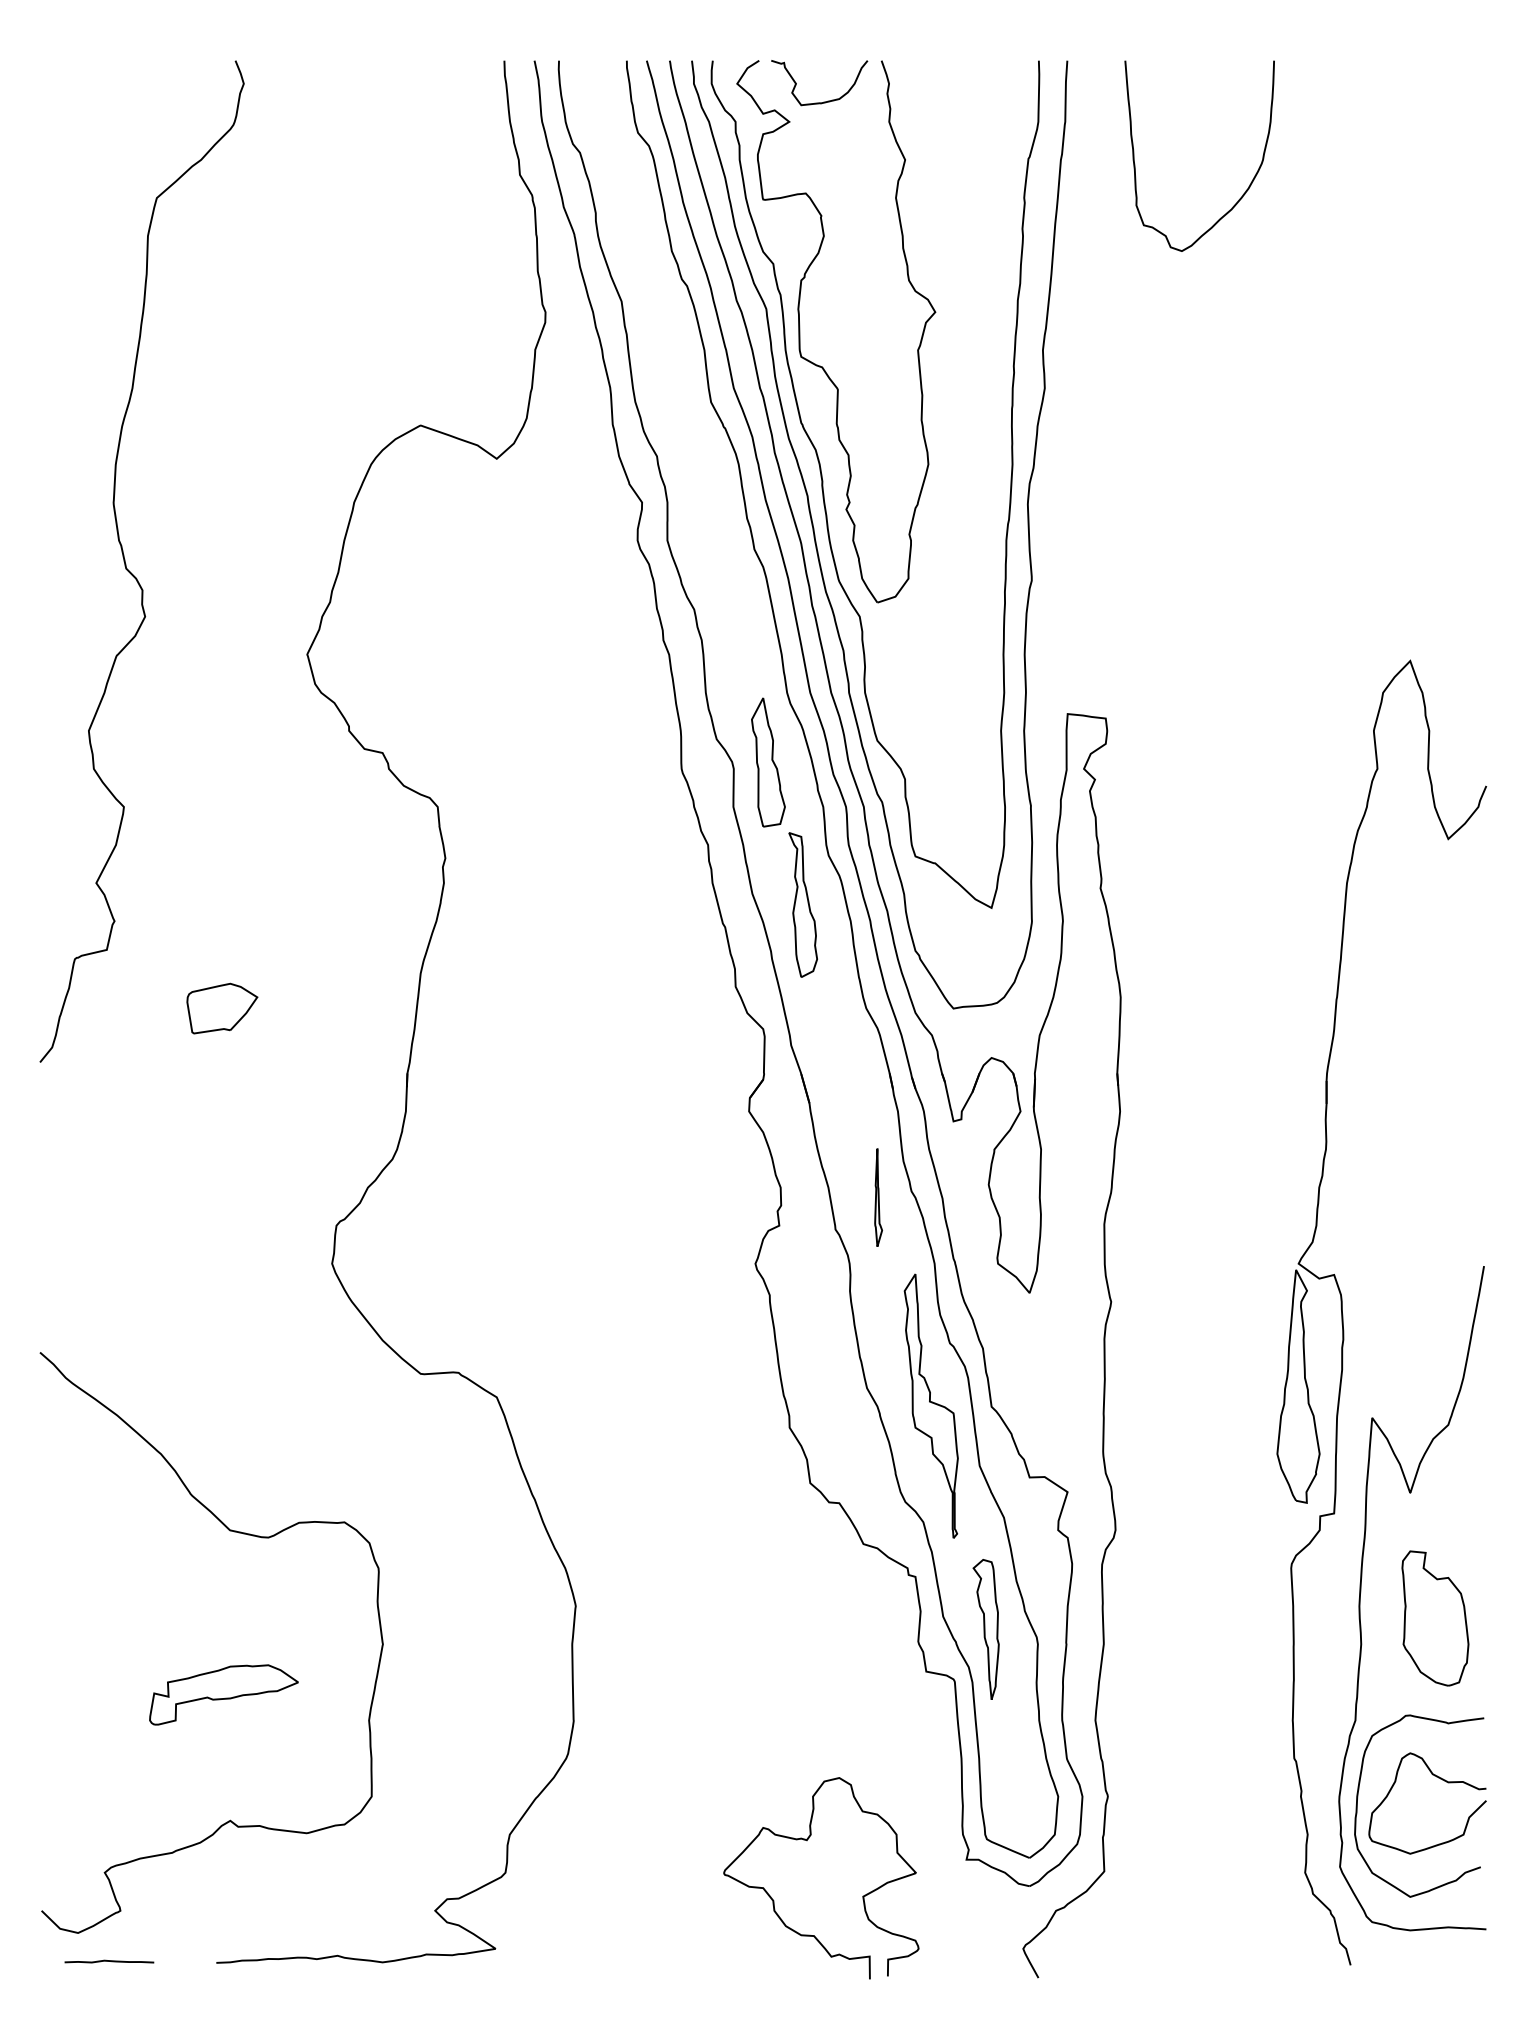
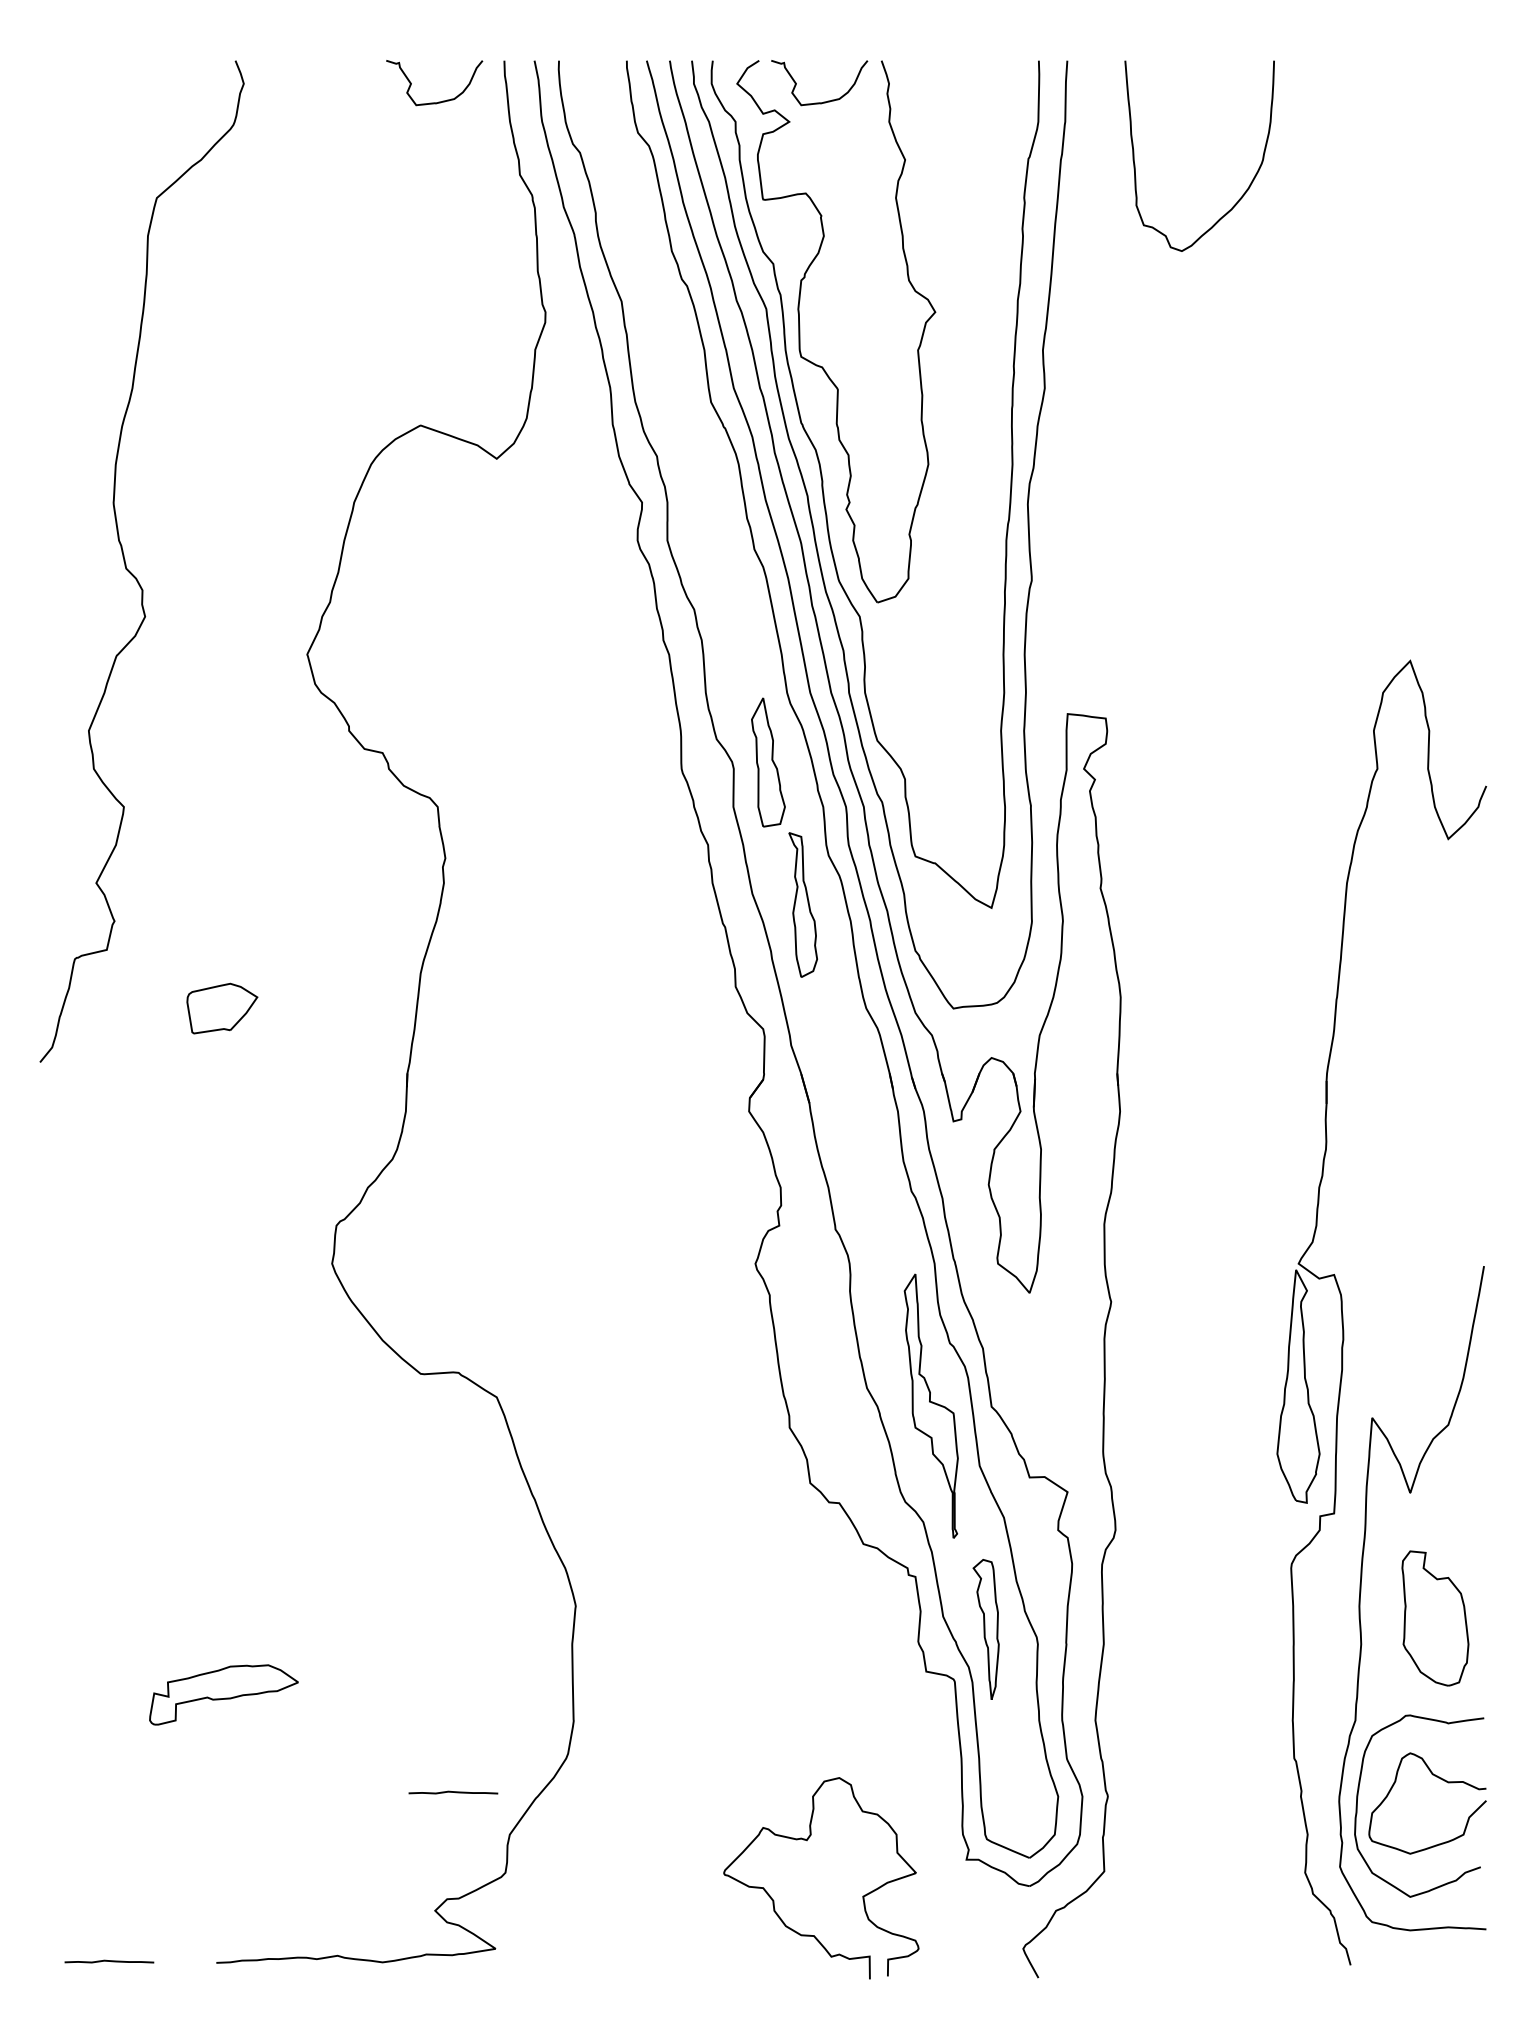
curve at (438, 101): none -> present
part at (878, 1197): present -> none
curve at (238, 1533): present -> none
curve at (453, 1792): none -> present
